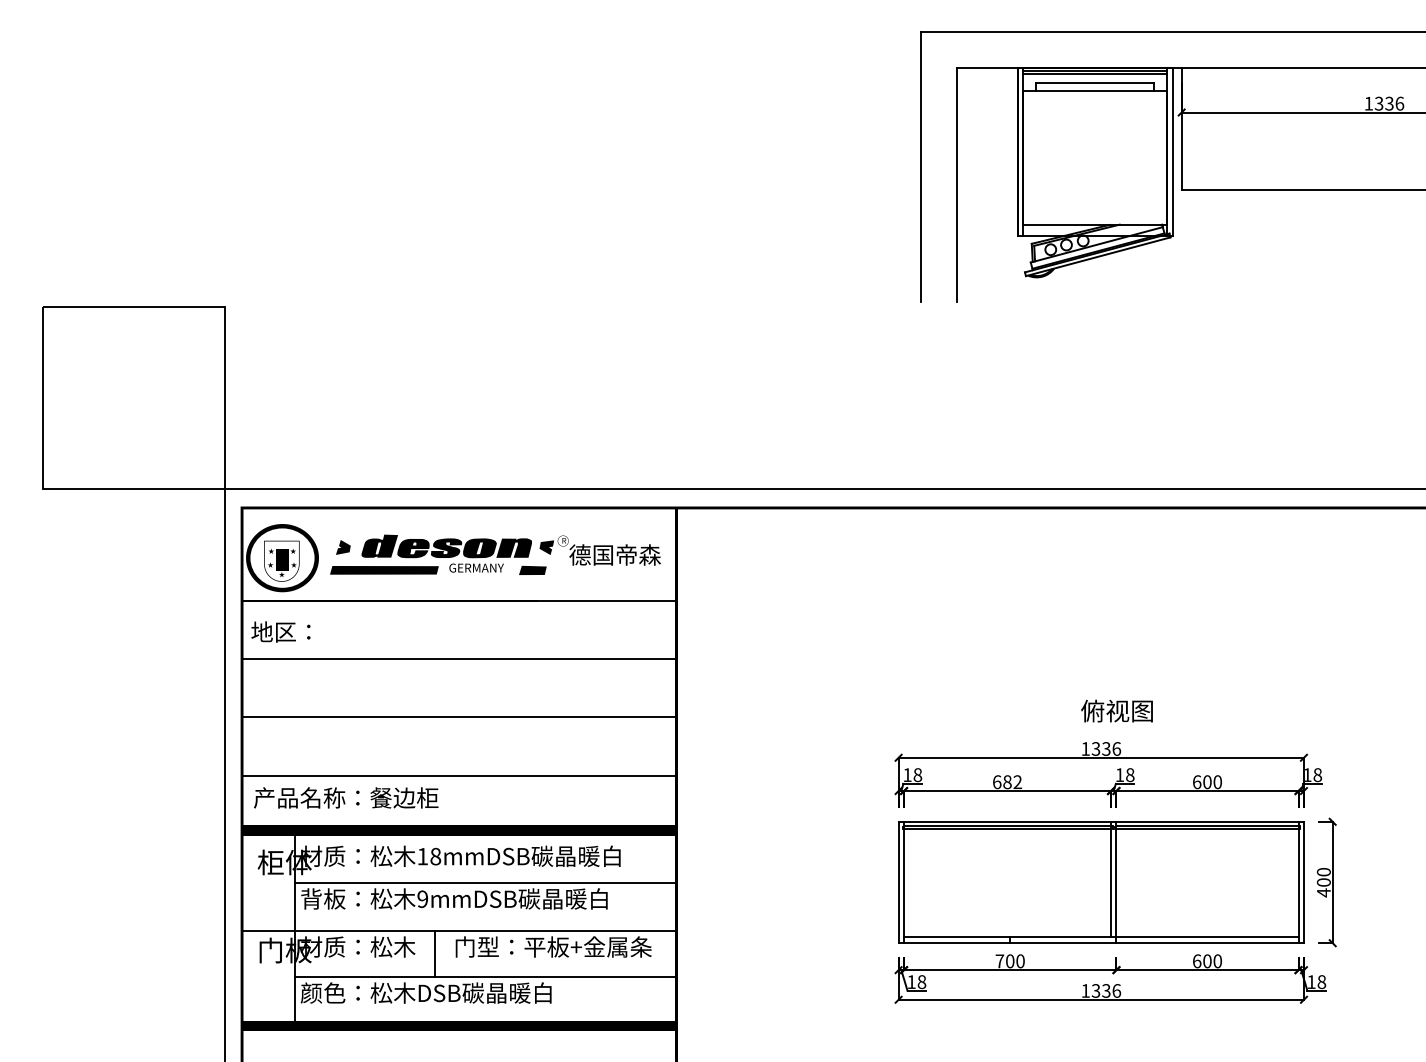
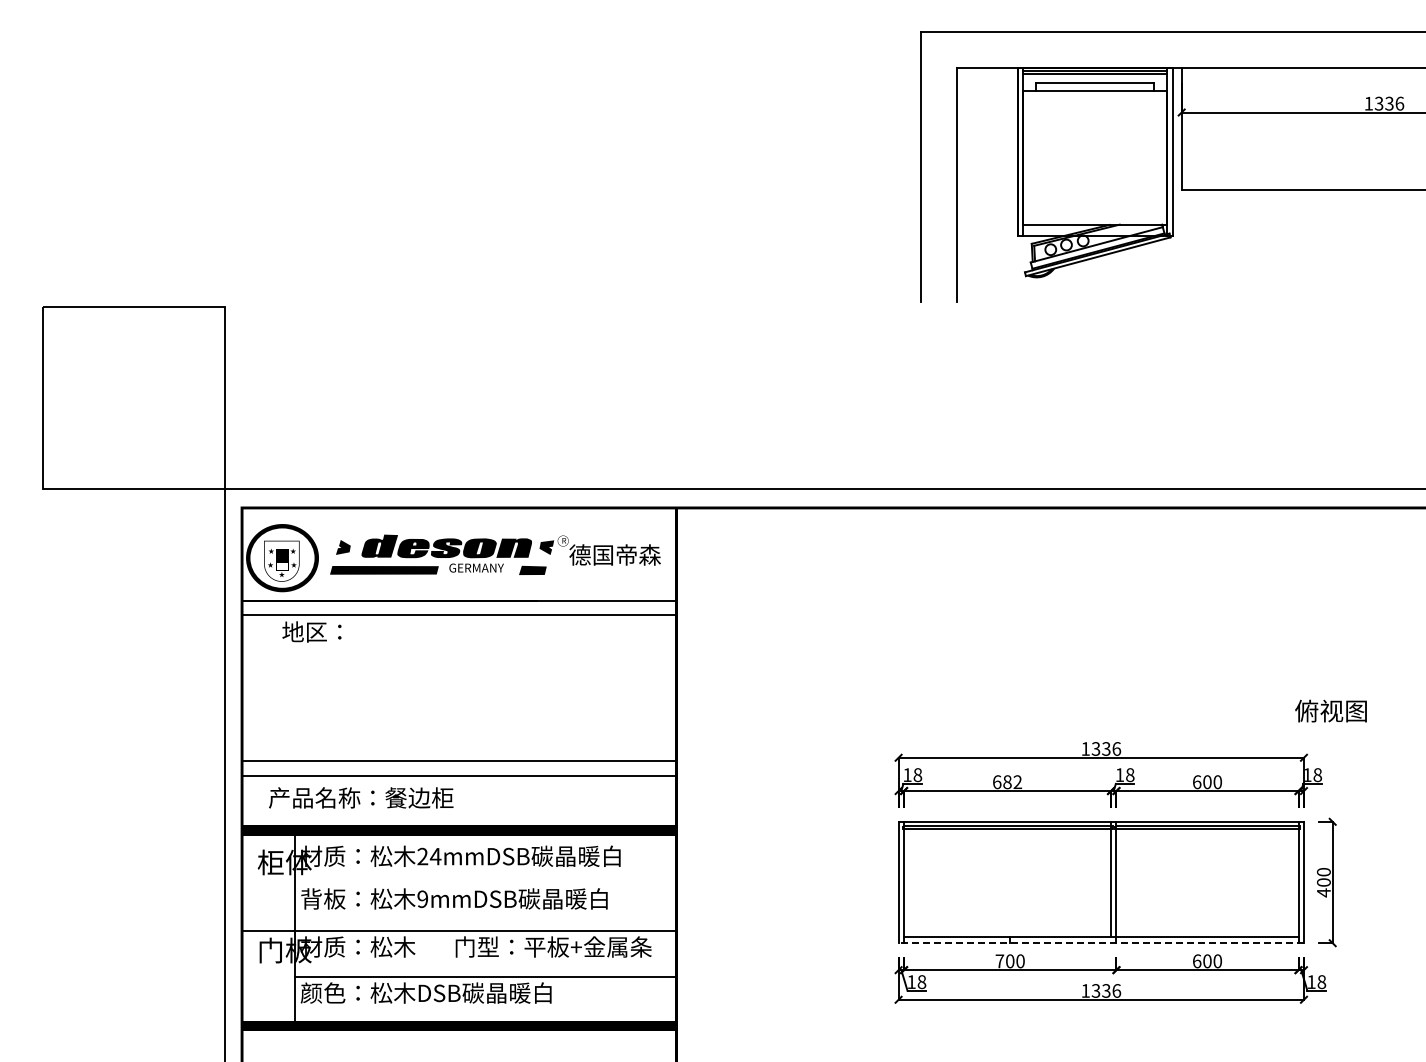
fill at (281, 566): present -> none
text at (280, 631) position: (280, 631) -> (311, 631)
line at (459, 659) position: (459, 659) -> (459, 615)
text at (1116, 710) position: (1116, 710) -> (1330, 710)
line at (459, 716) position: (459, 716) -> (459, 760)
text at (346, 797) position: (346, 797) -> (361, 797)
text at (429, 856): 18mmDSB -> 24mmDSB
line at (485, 883): present -> none
line at (1101, 943): solid -> dashed
line at (435, 953): present -> none
